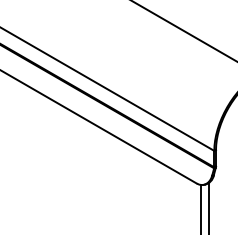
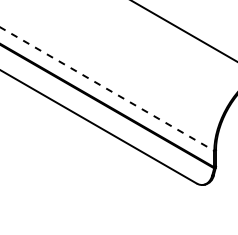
line at (107, 89): solid -> dashed
line at (200, 207): present -> none
line at (208, 207): present -> none
